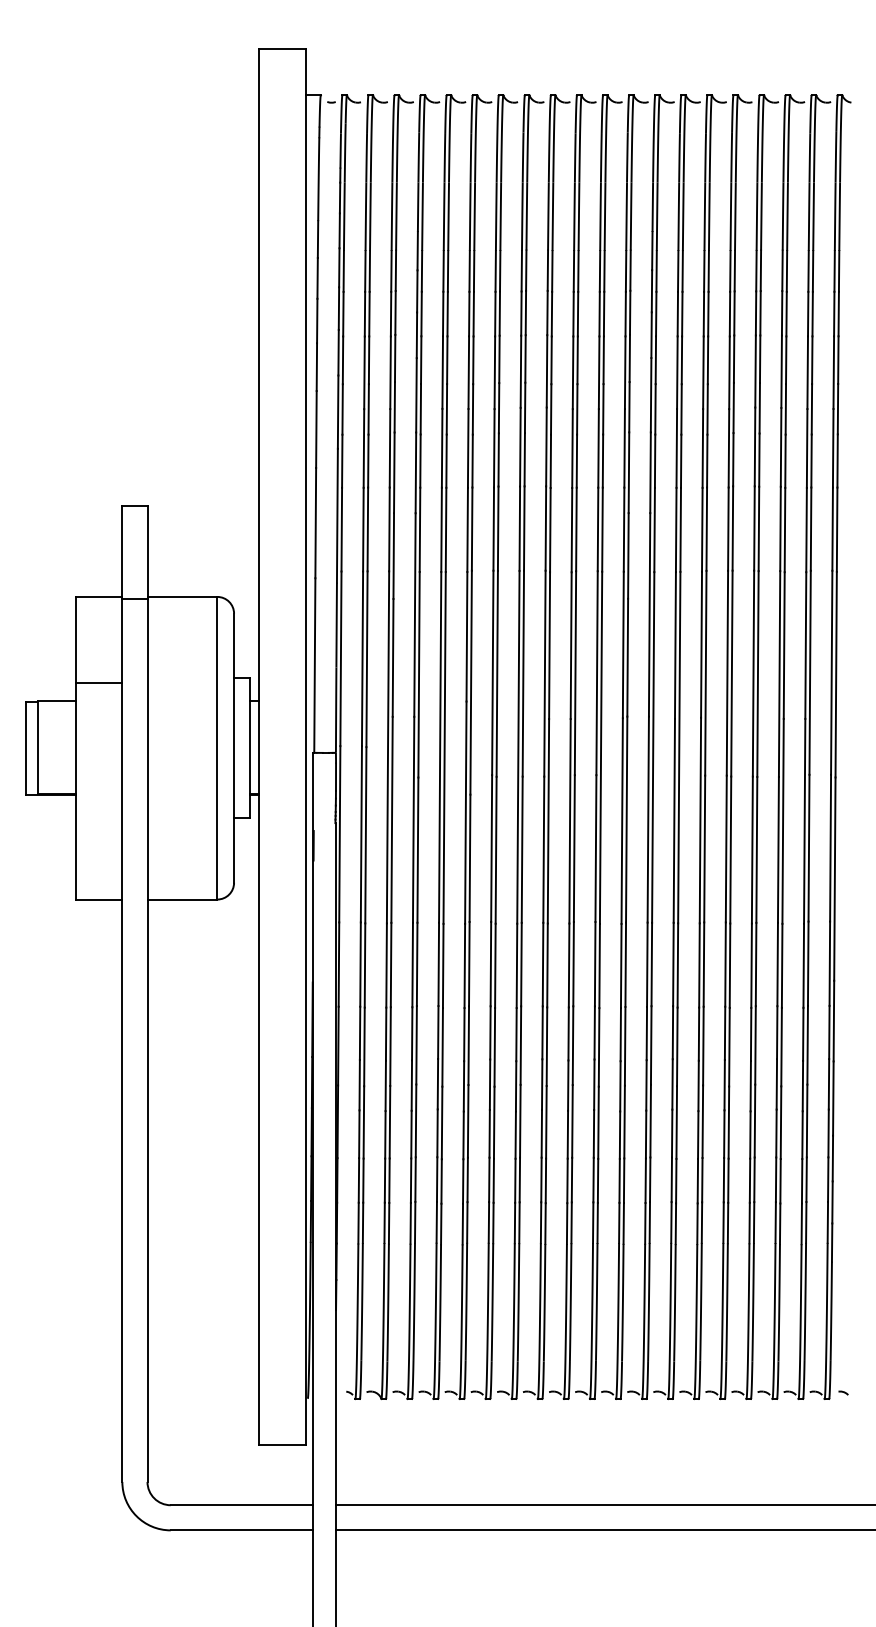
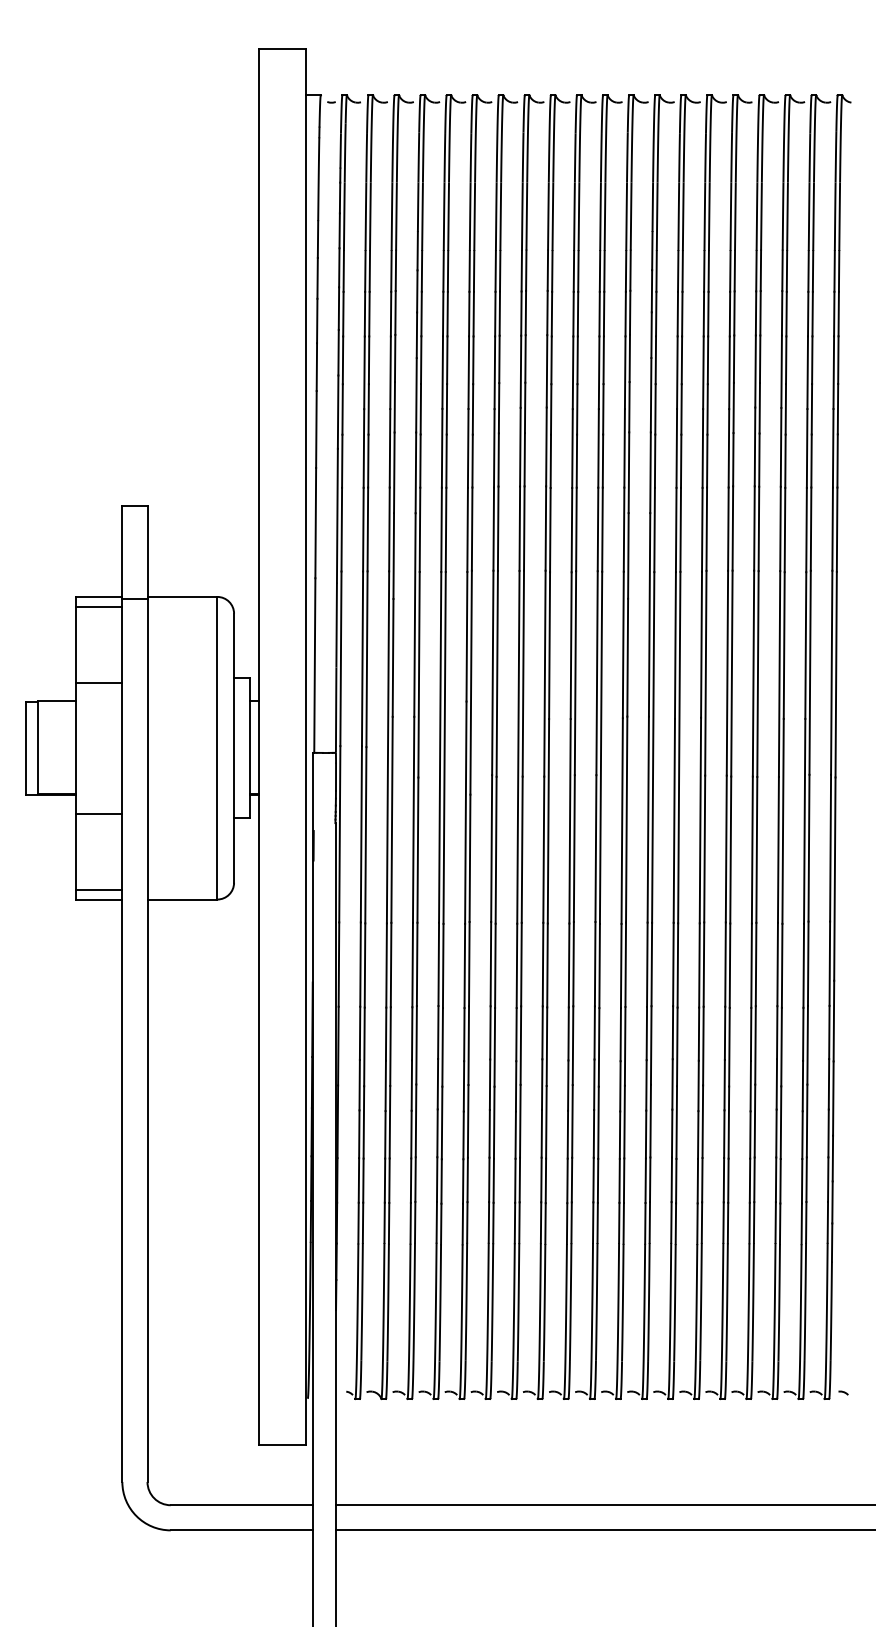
line at (98, 606): none -> present
line at (98, 813): none -> present
line at (98, 889): none -> present
